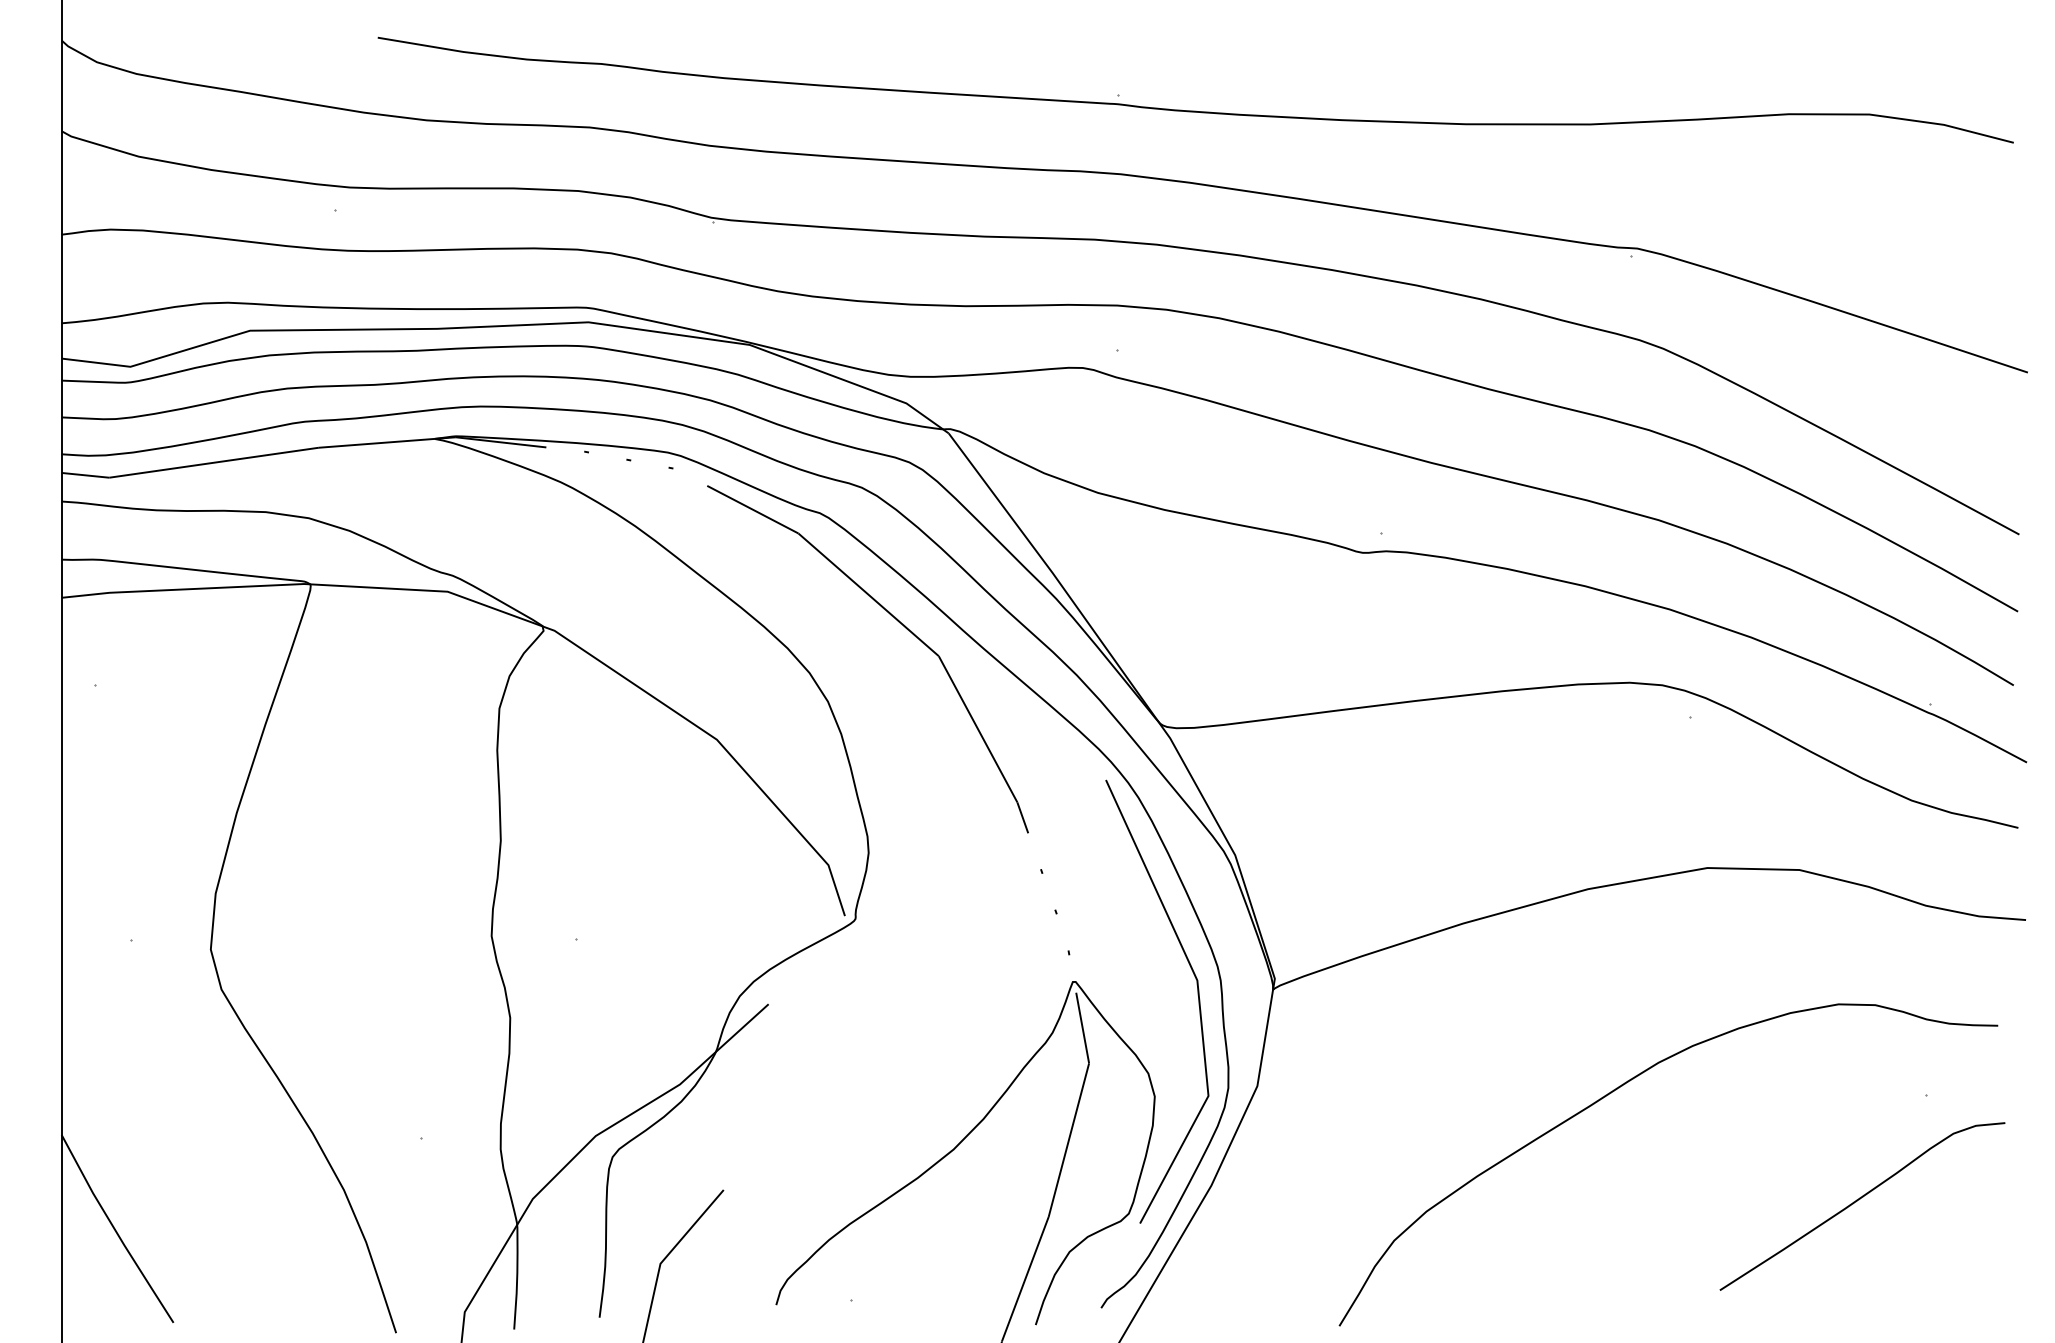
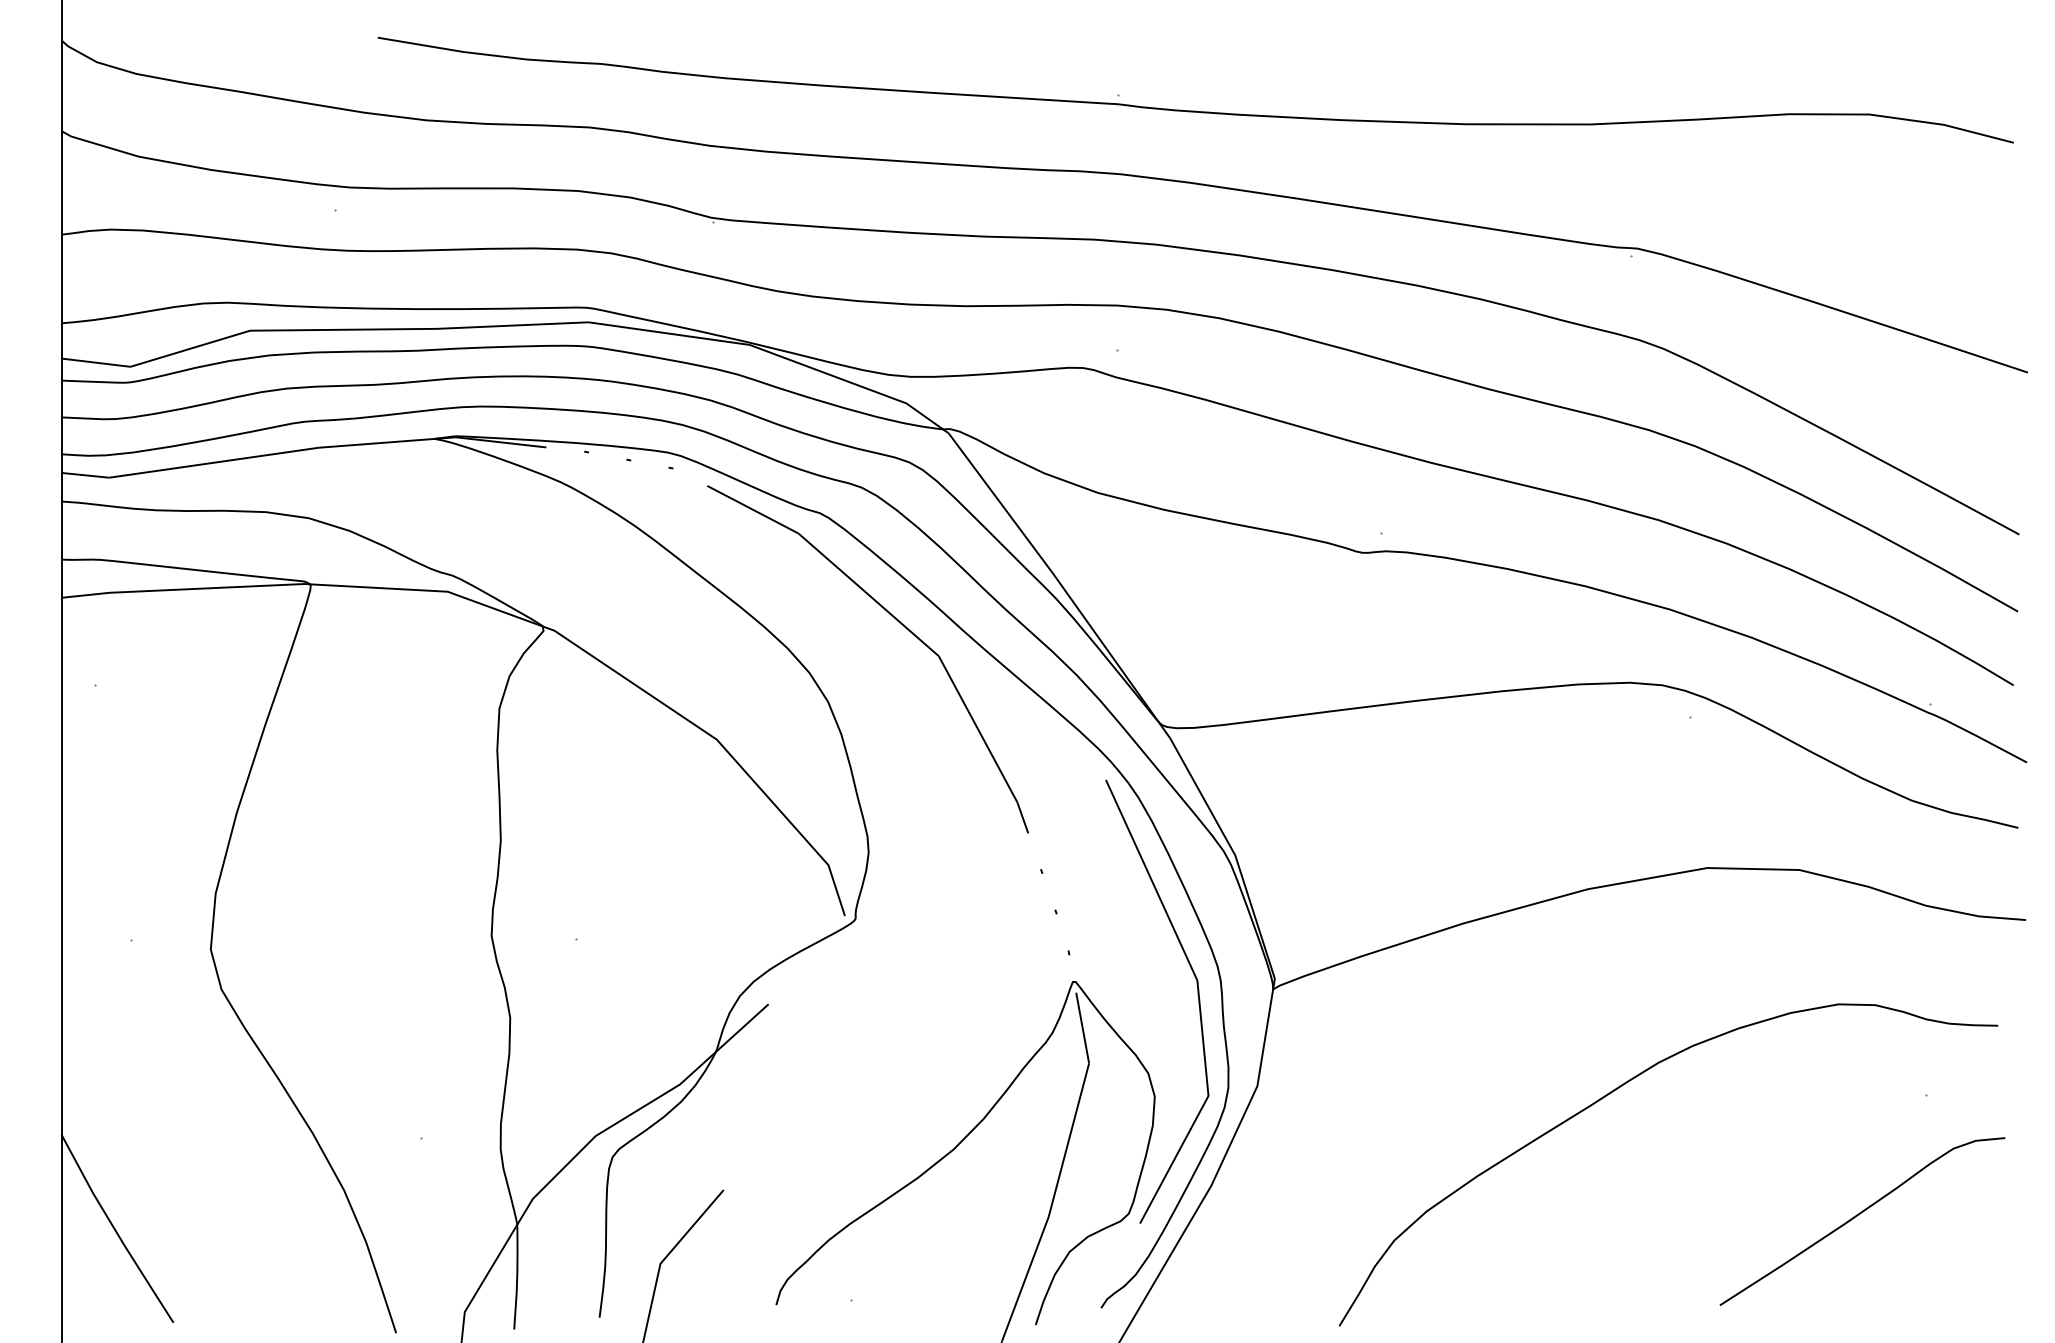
curve at (1857, 1201) position: (1857, 1201) -> (1857, 1216)
